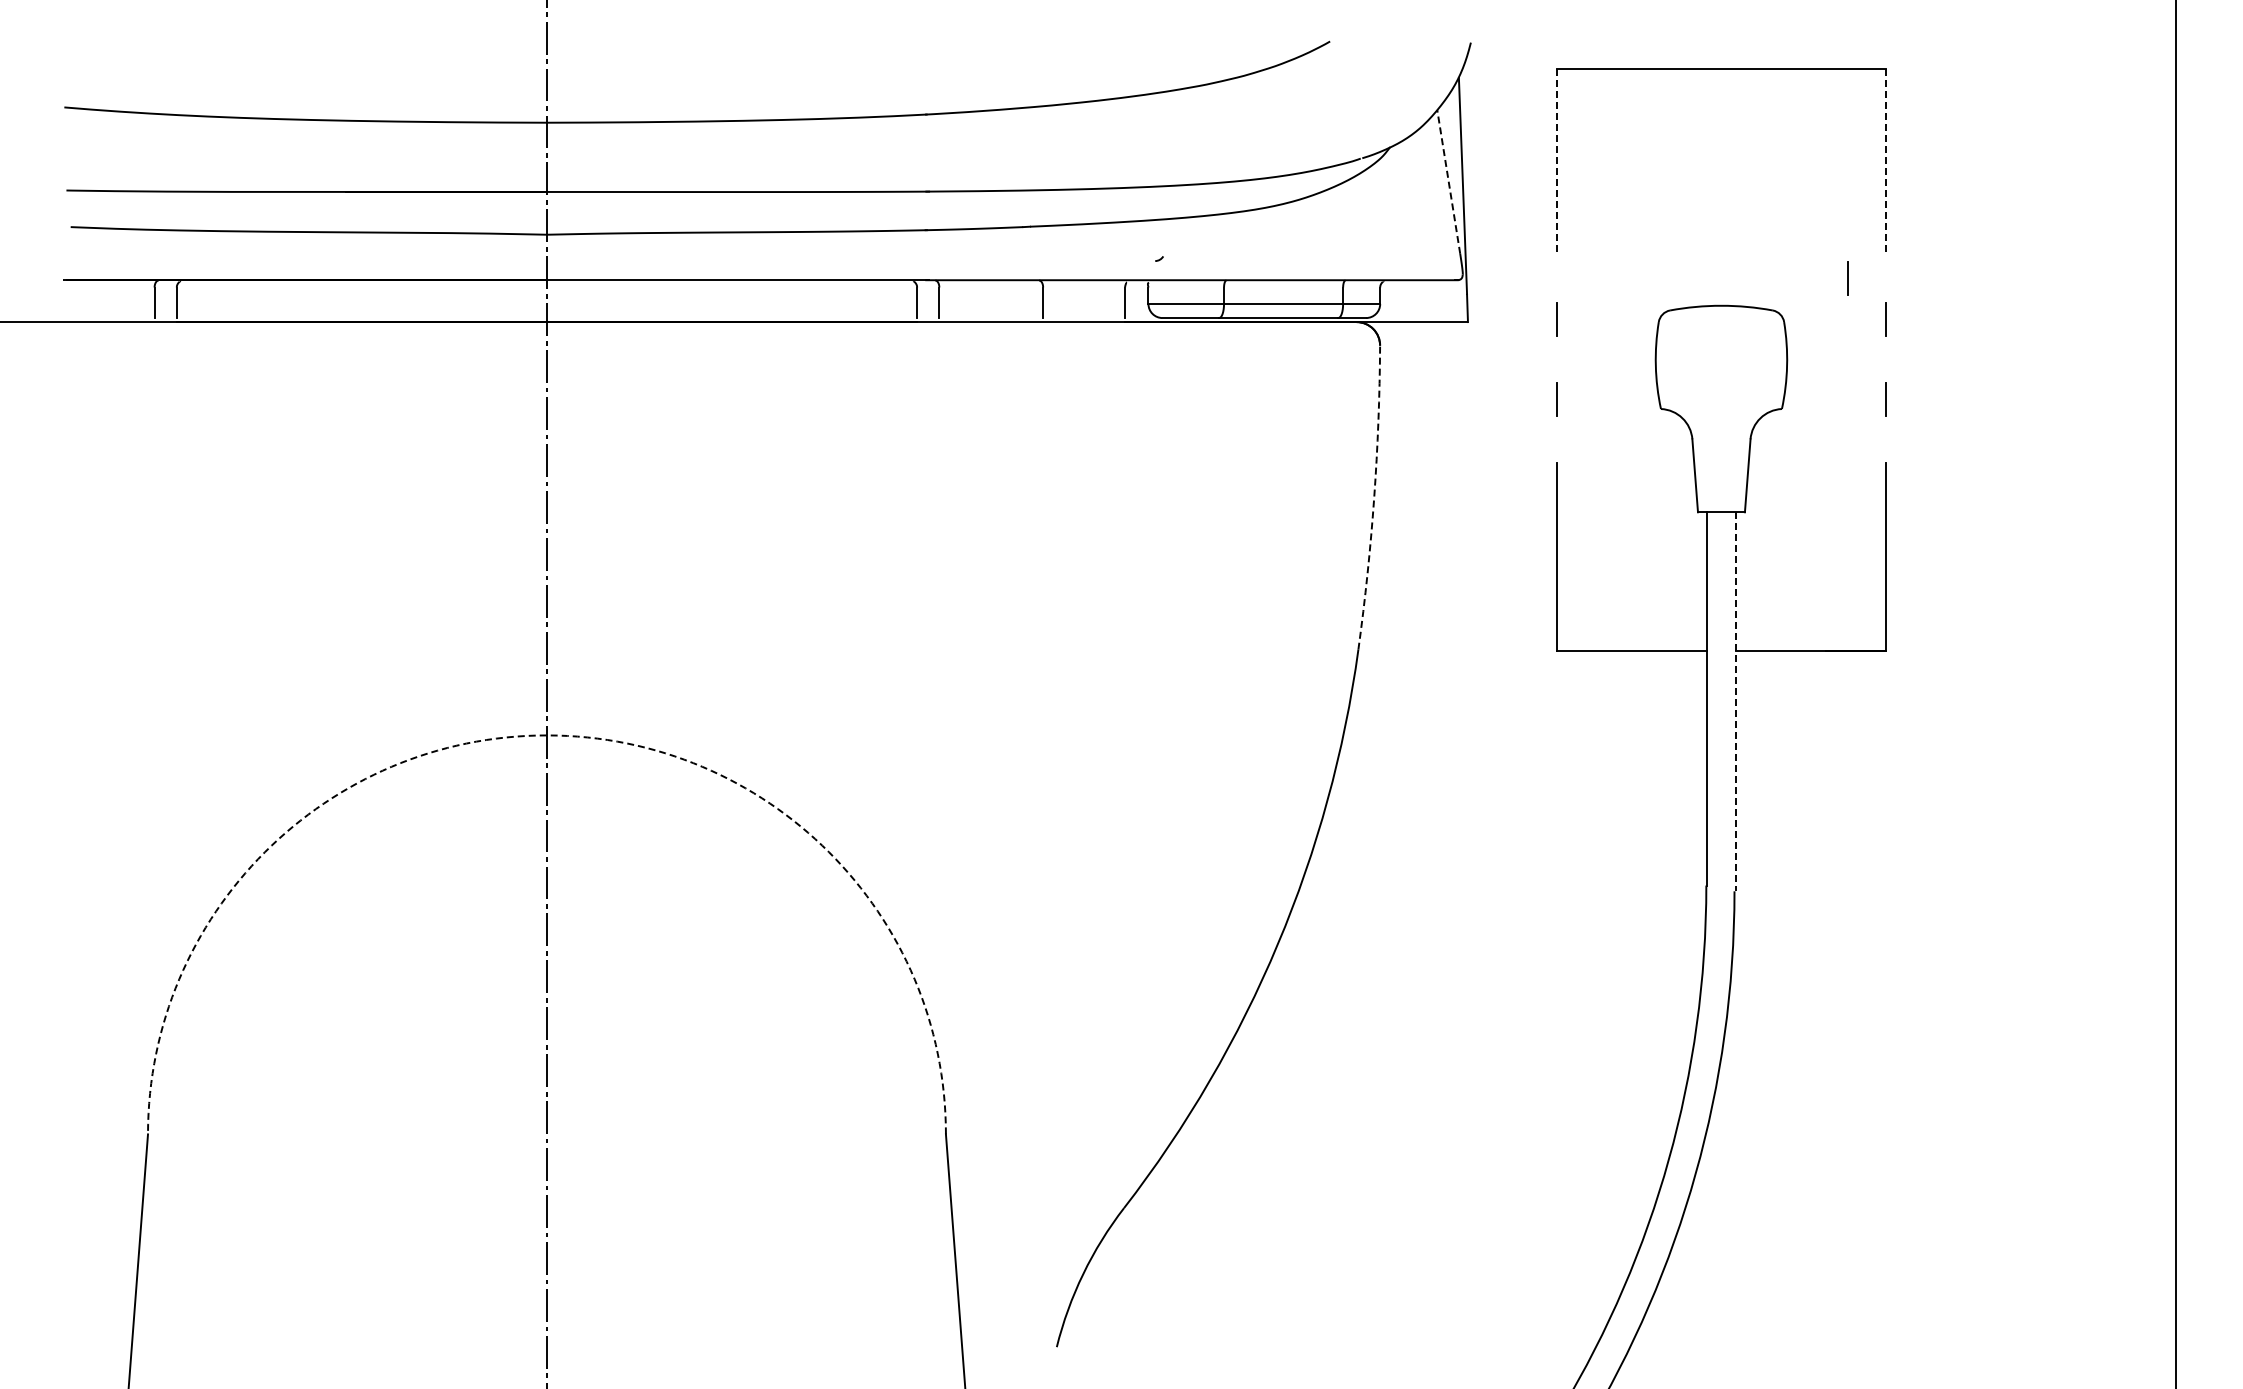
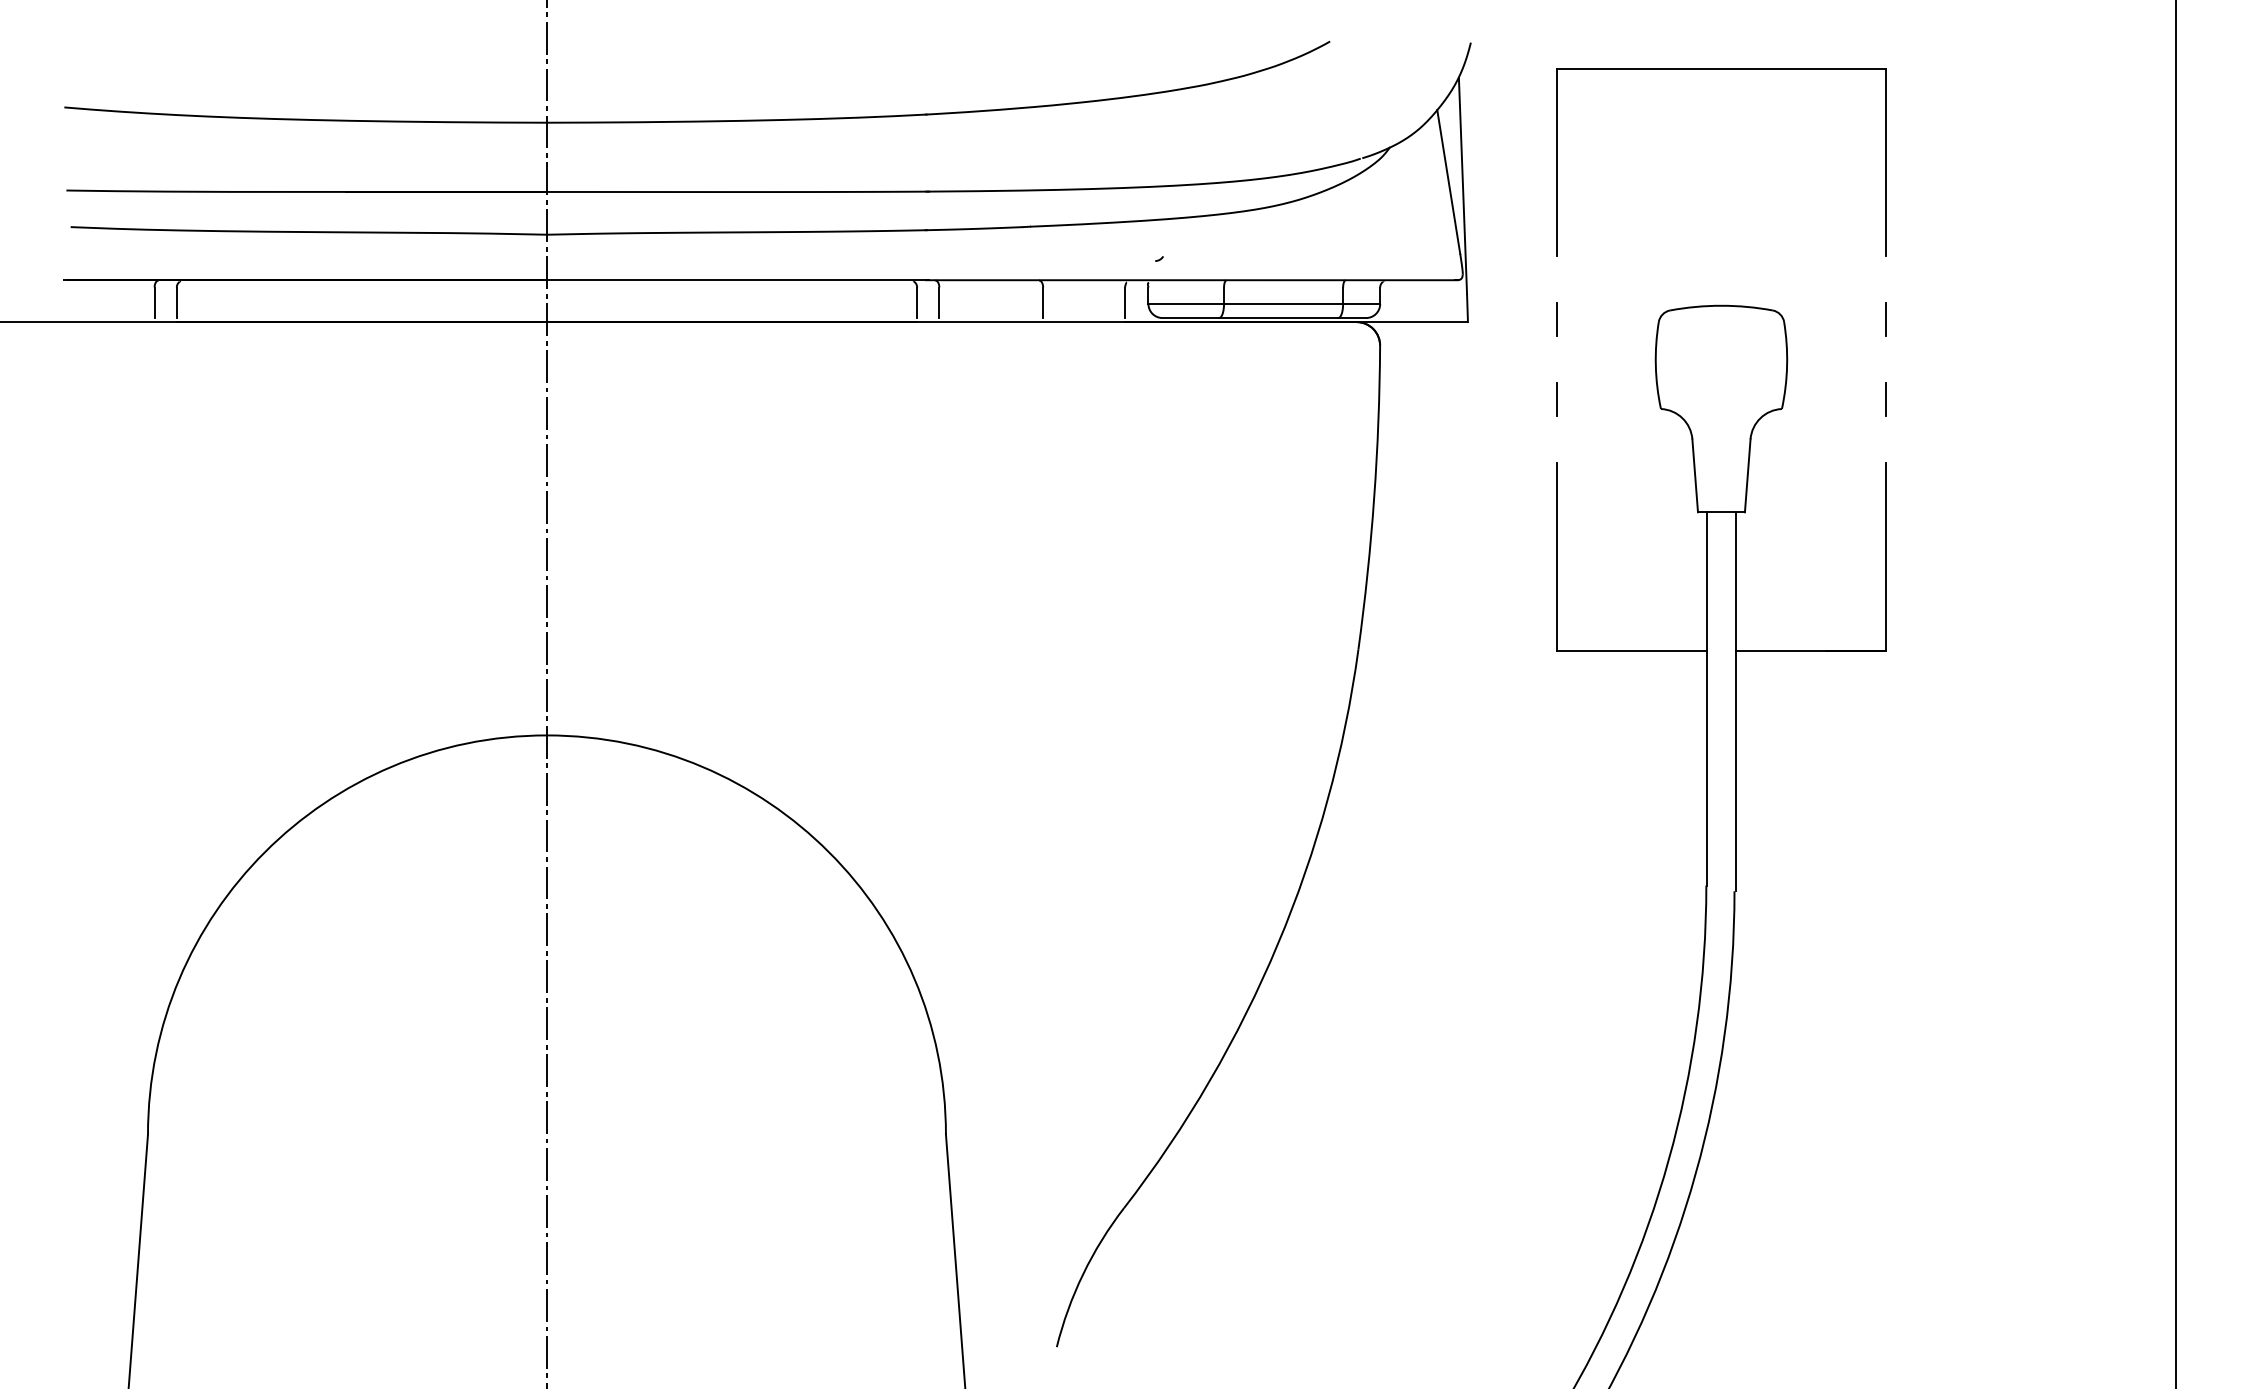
line at (1557, 162): dashed -> solid
line at (1885, 162): dashed -> solid
line at (1448, 181): dashed -> solid
line at (1847, 278): present -> none
arc at (1374, 497): dashed -> solid
line at (1735, 701): dashed -> solid
arc at (546, 735): dashed -> solid
